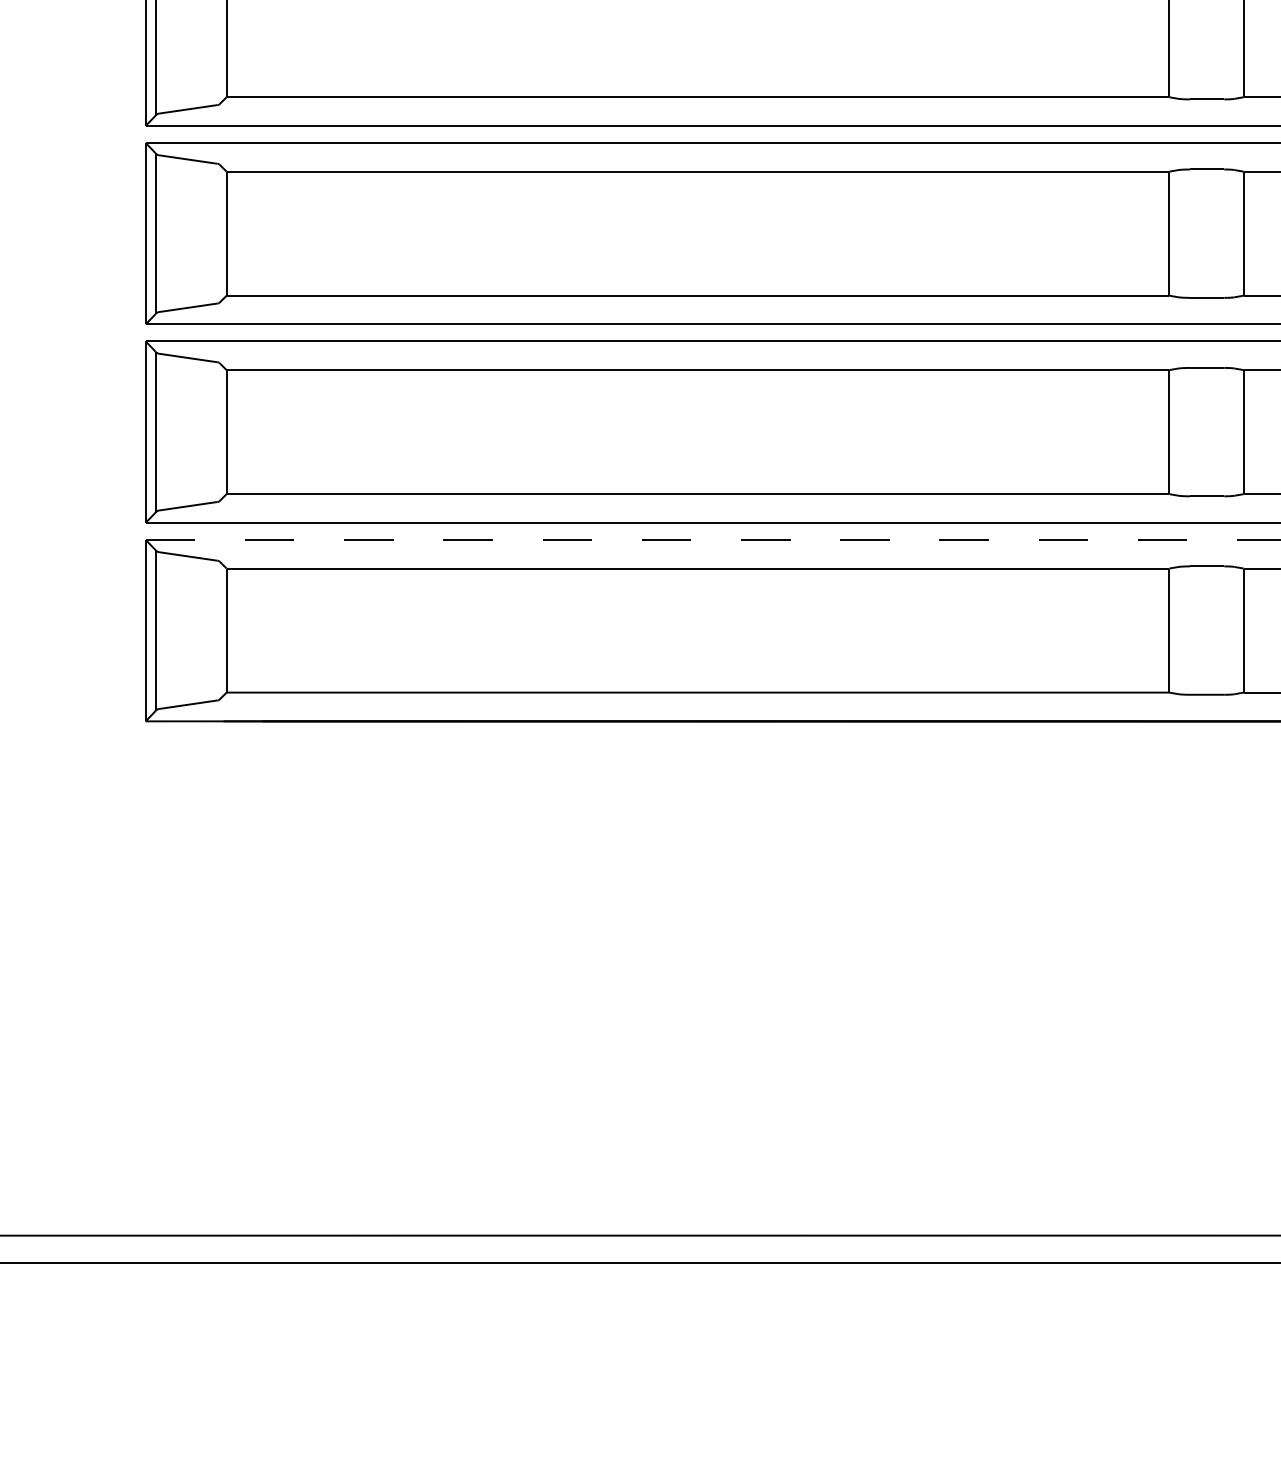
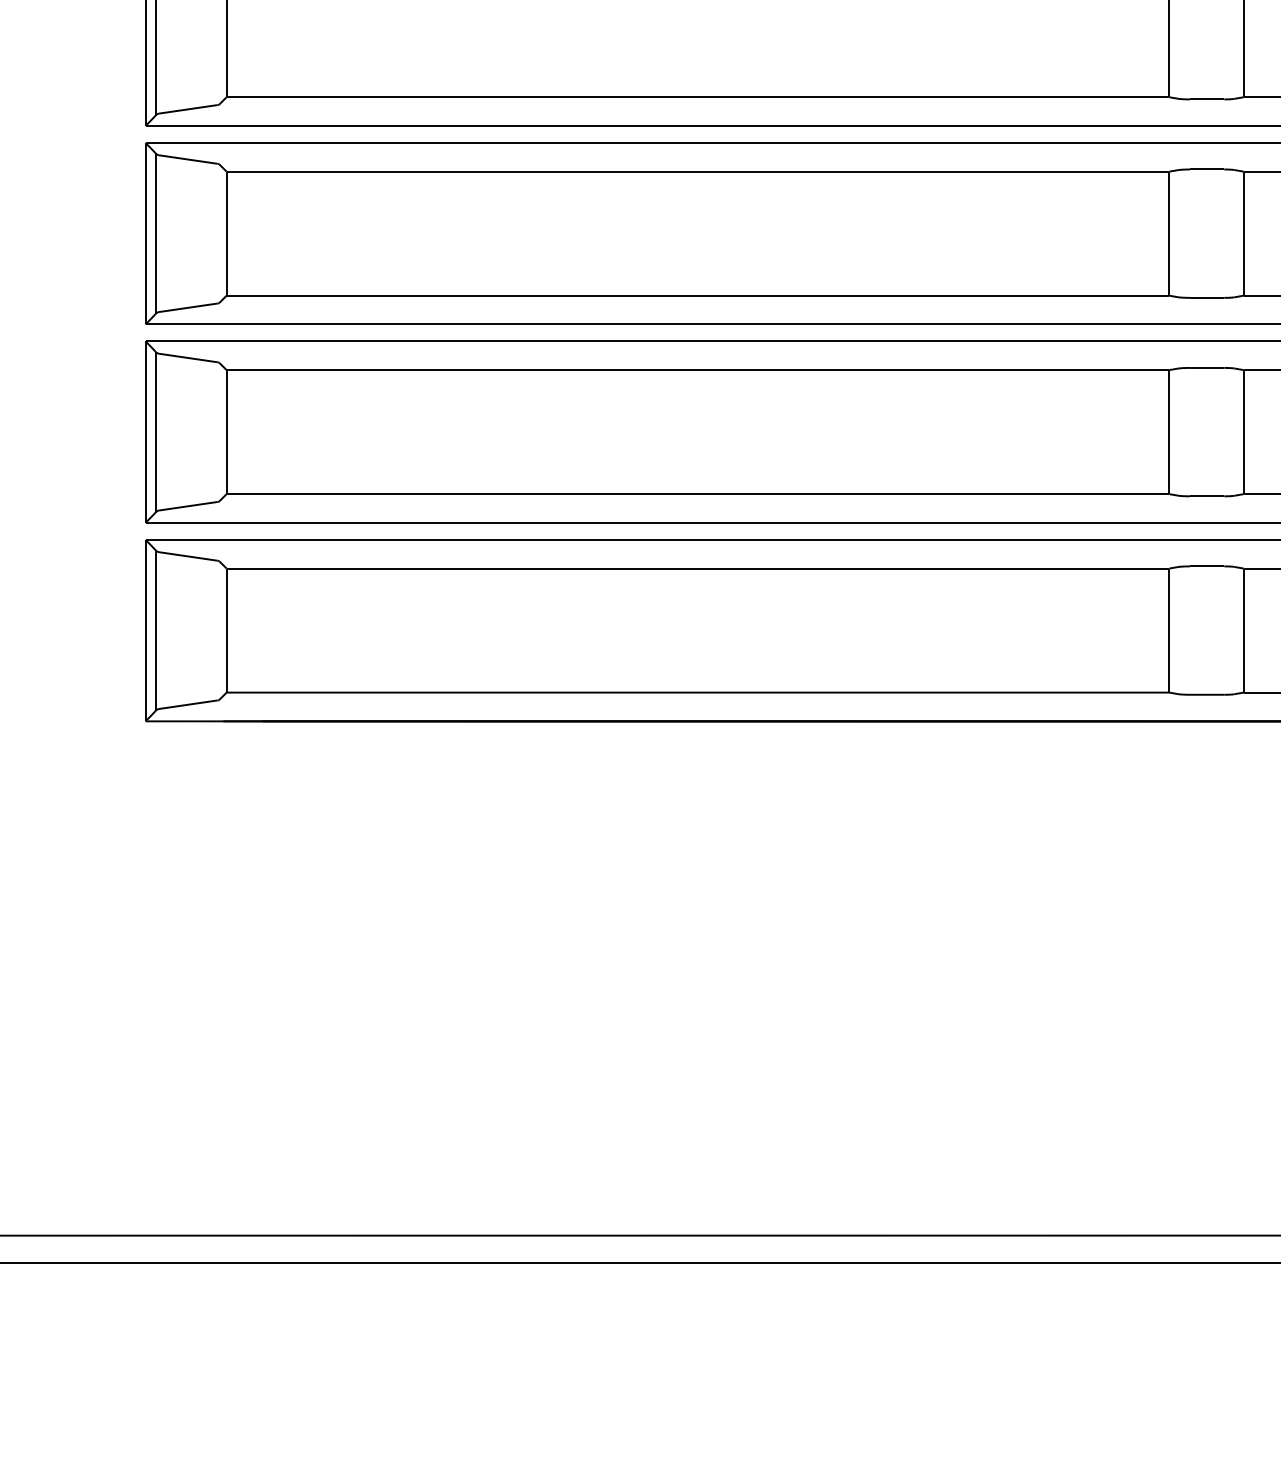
line at (713, 539): dashed -> solid
